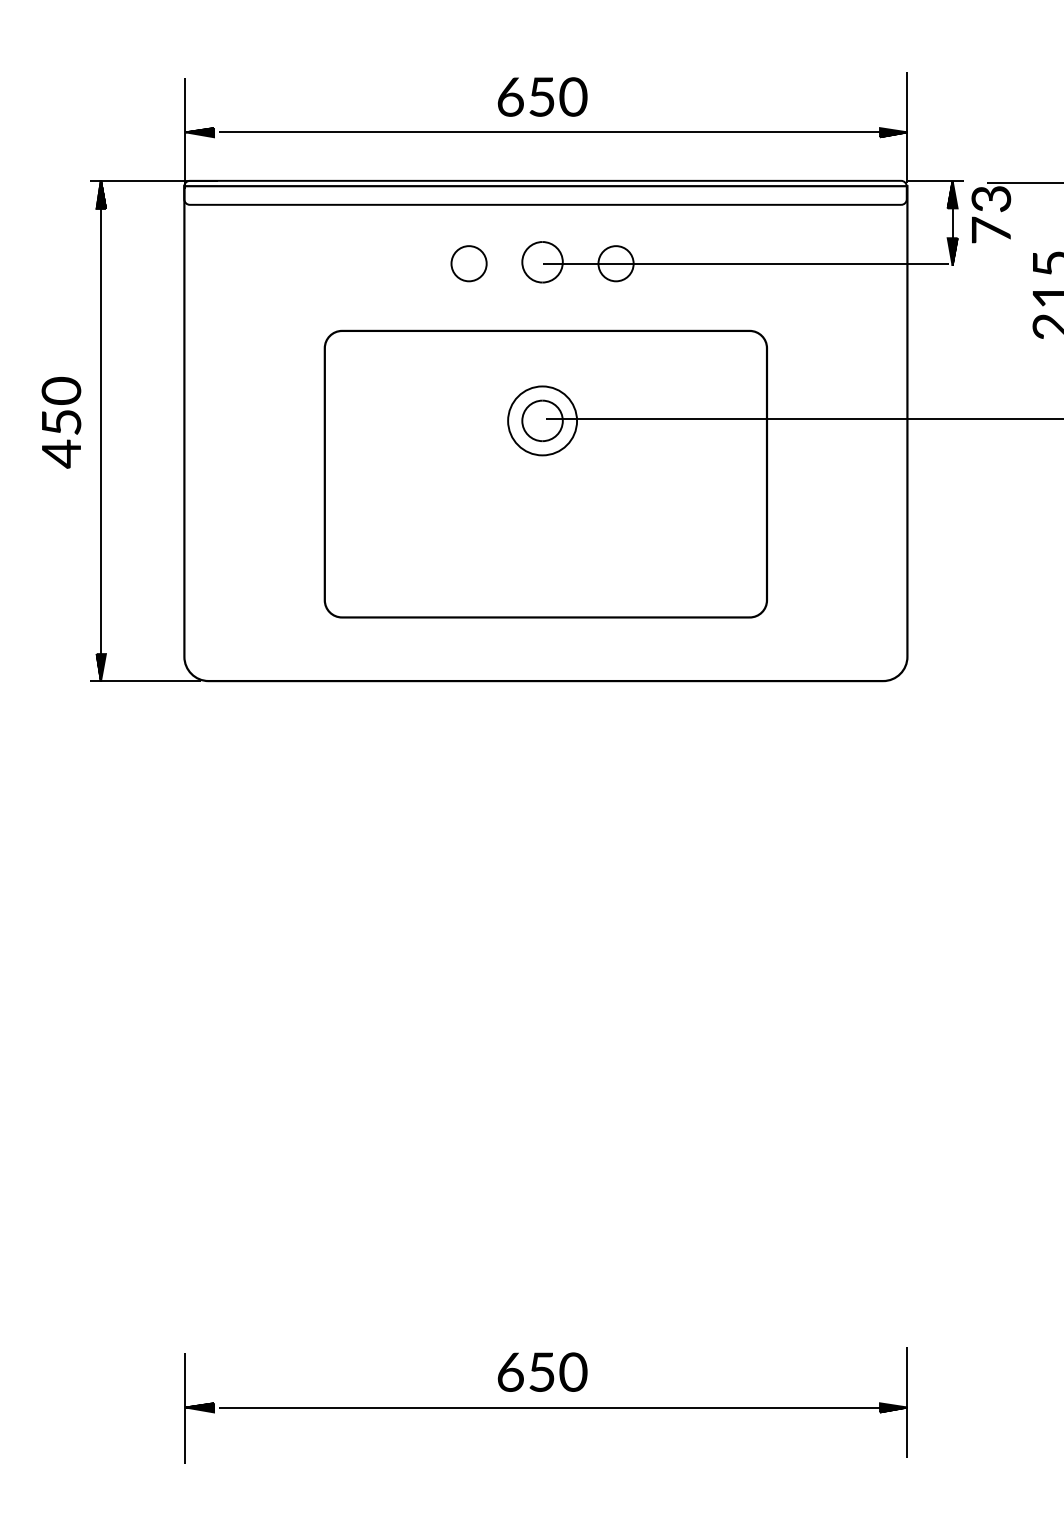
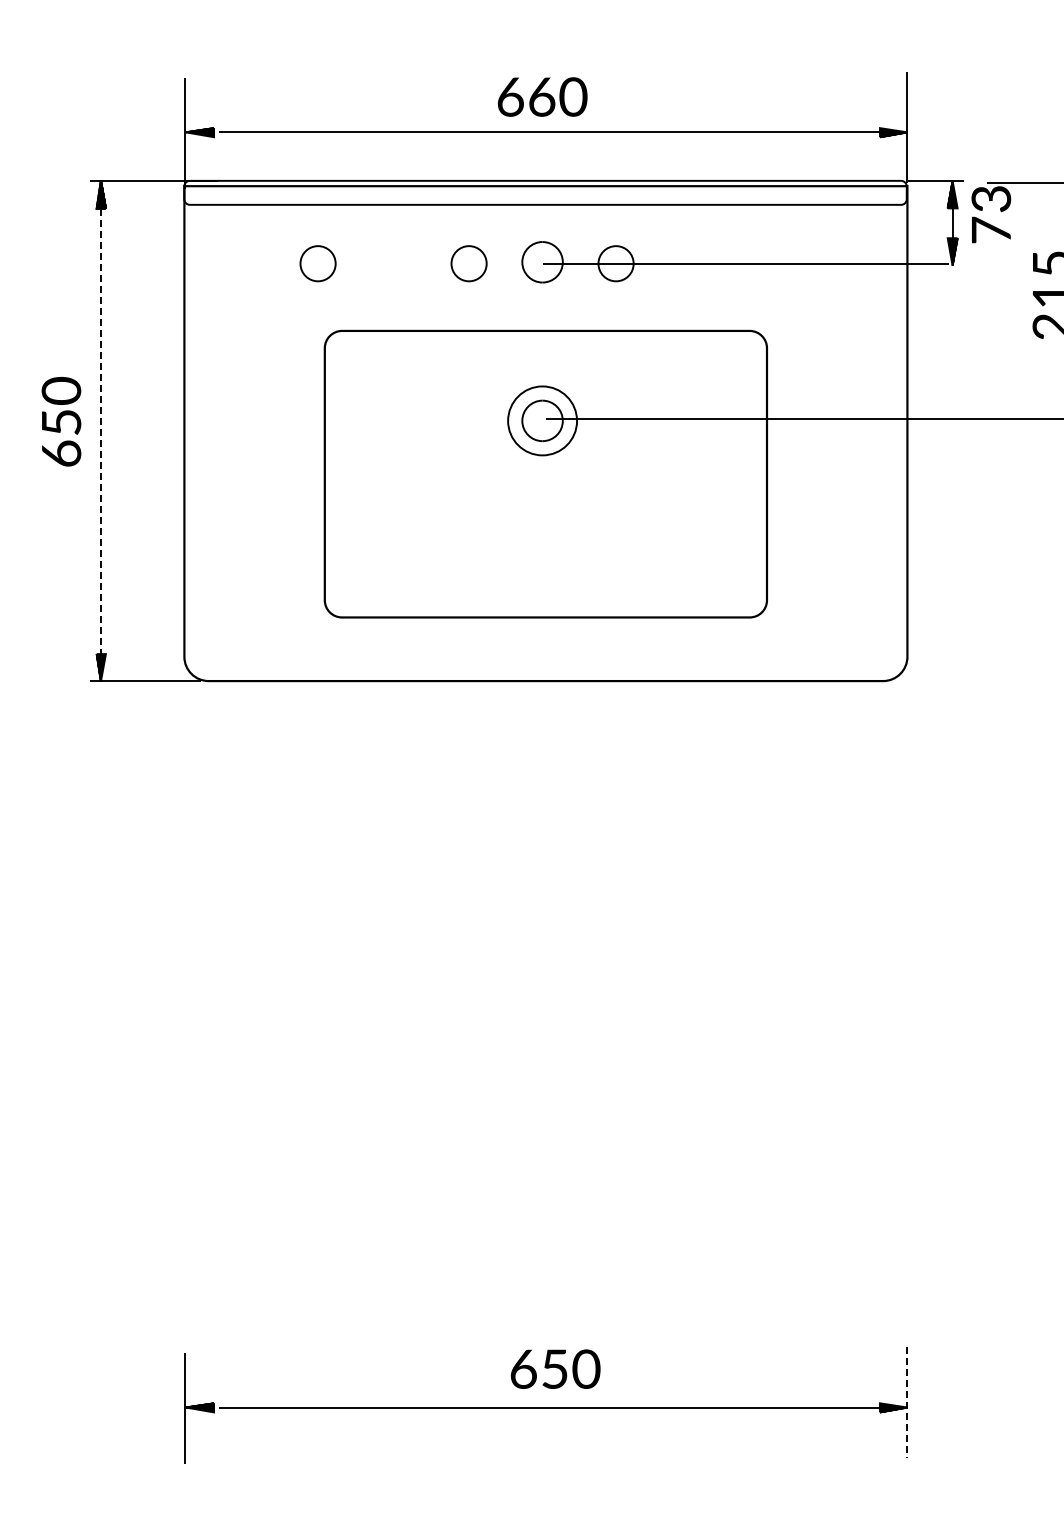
text at (542, 96): 650 -> 660
part at (317, 263): none -> present
line at (100, 431): solid -> dashed
text at (61, 453): 450 -> 650
text at (542, 1371) position: (542, 1371) -> (555, 1368)
line at (906, 1403): solid -> dashed
